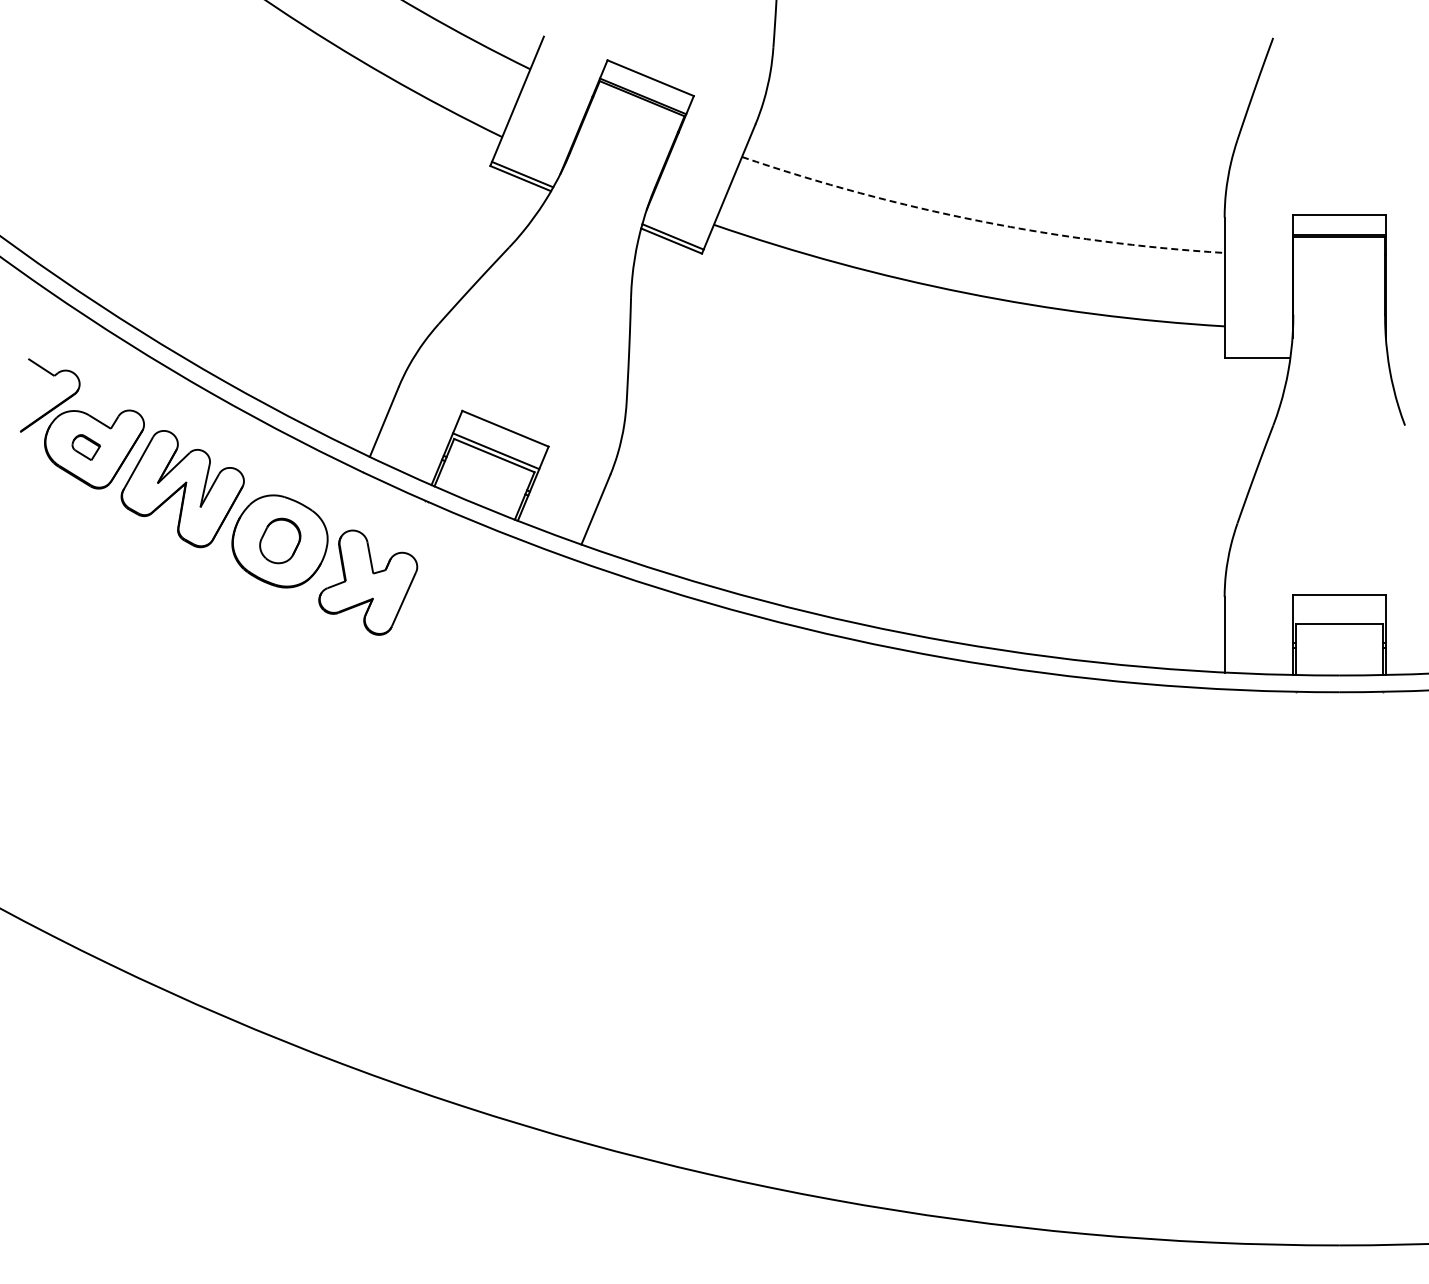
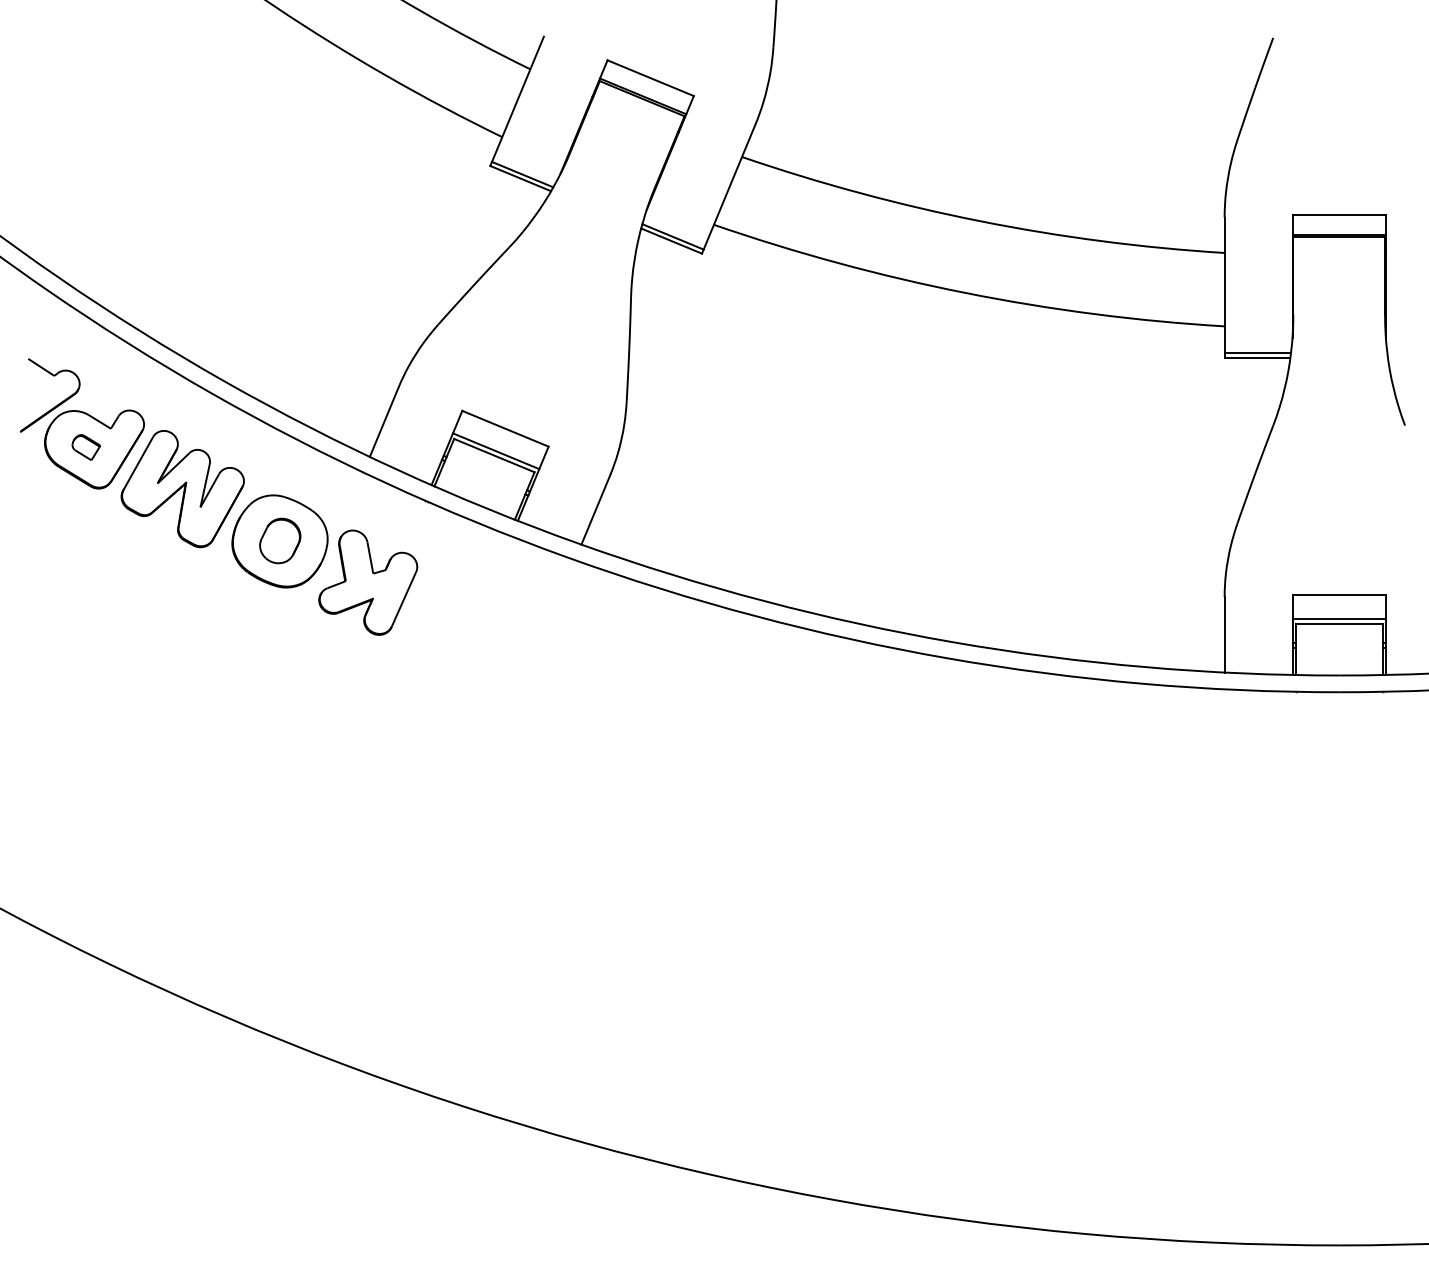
arc at (980, 221): dashed -> solid
line at (1257, 353): none -> present
line at (1338, 618): none -> present
